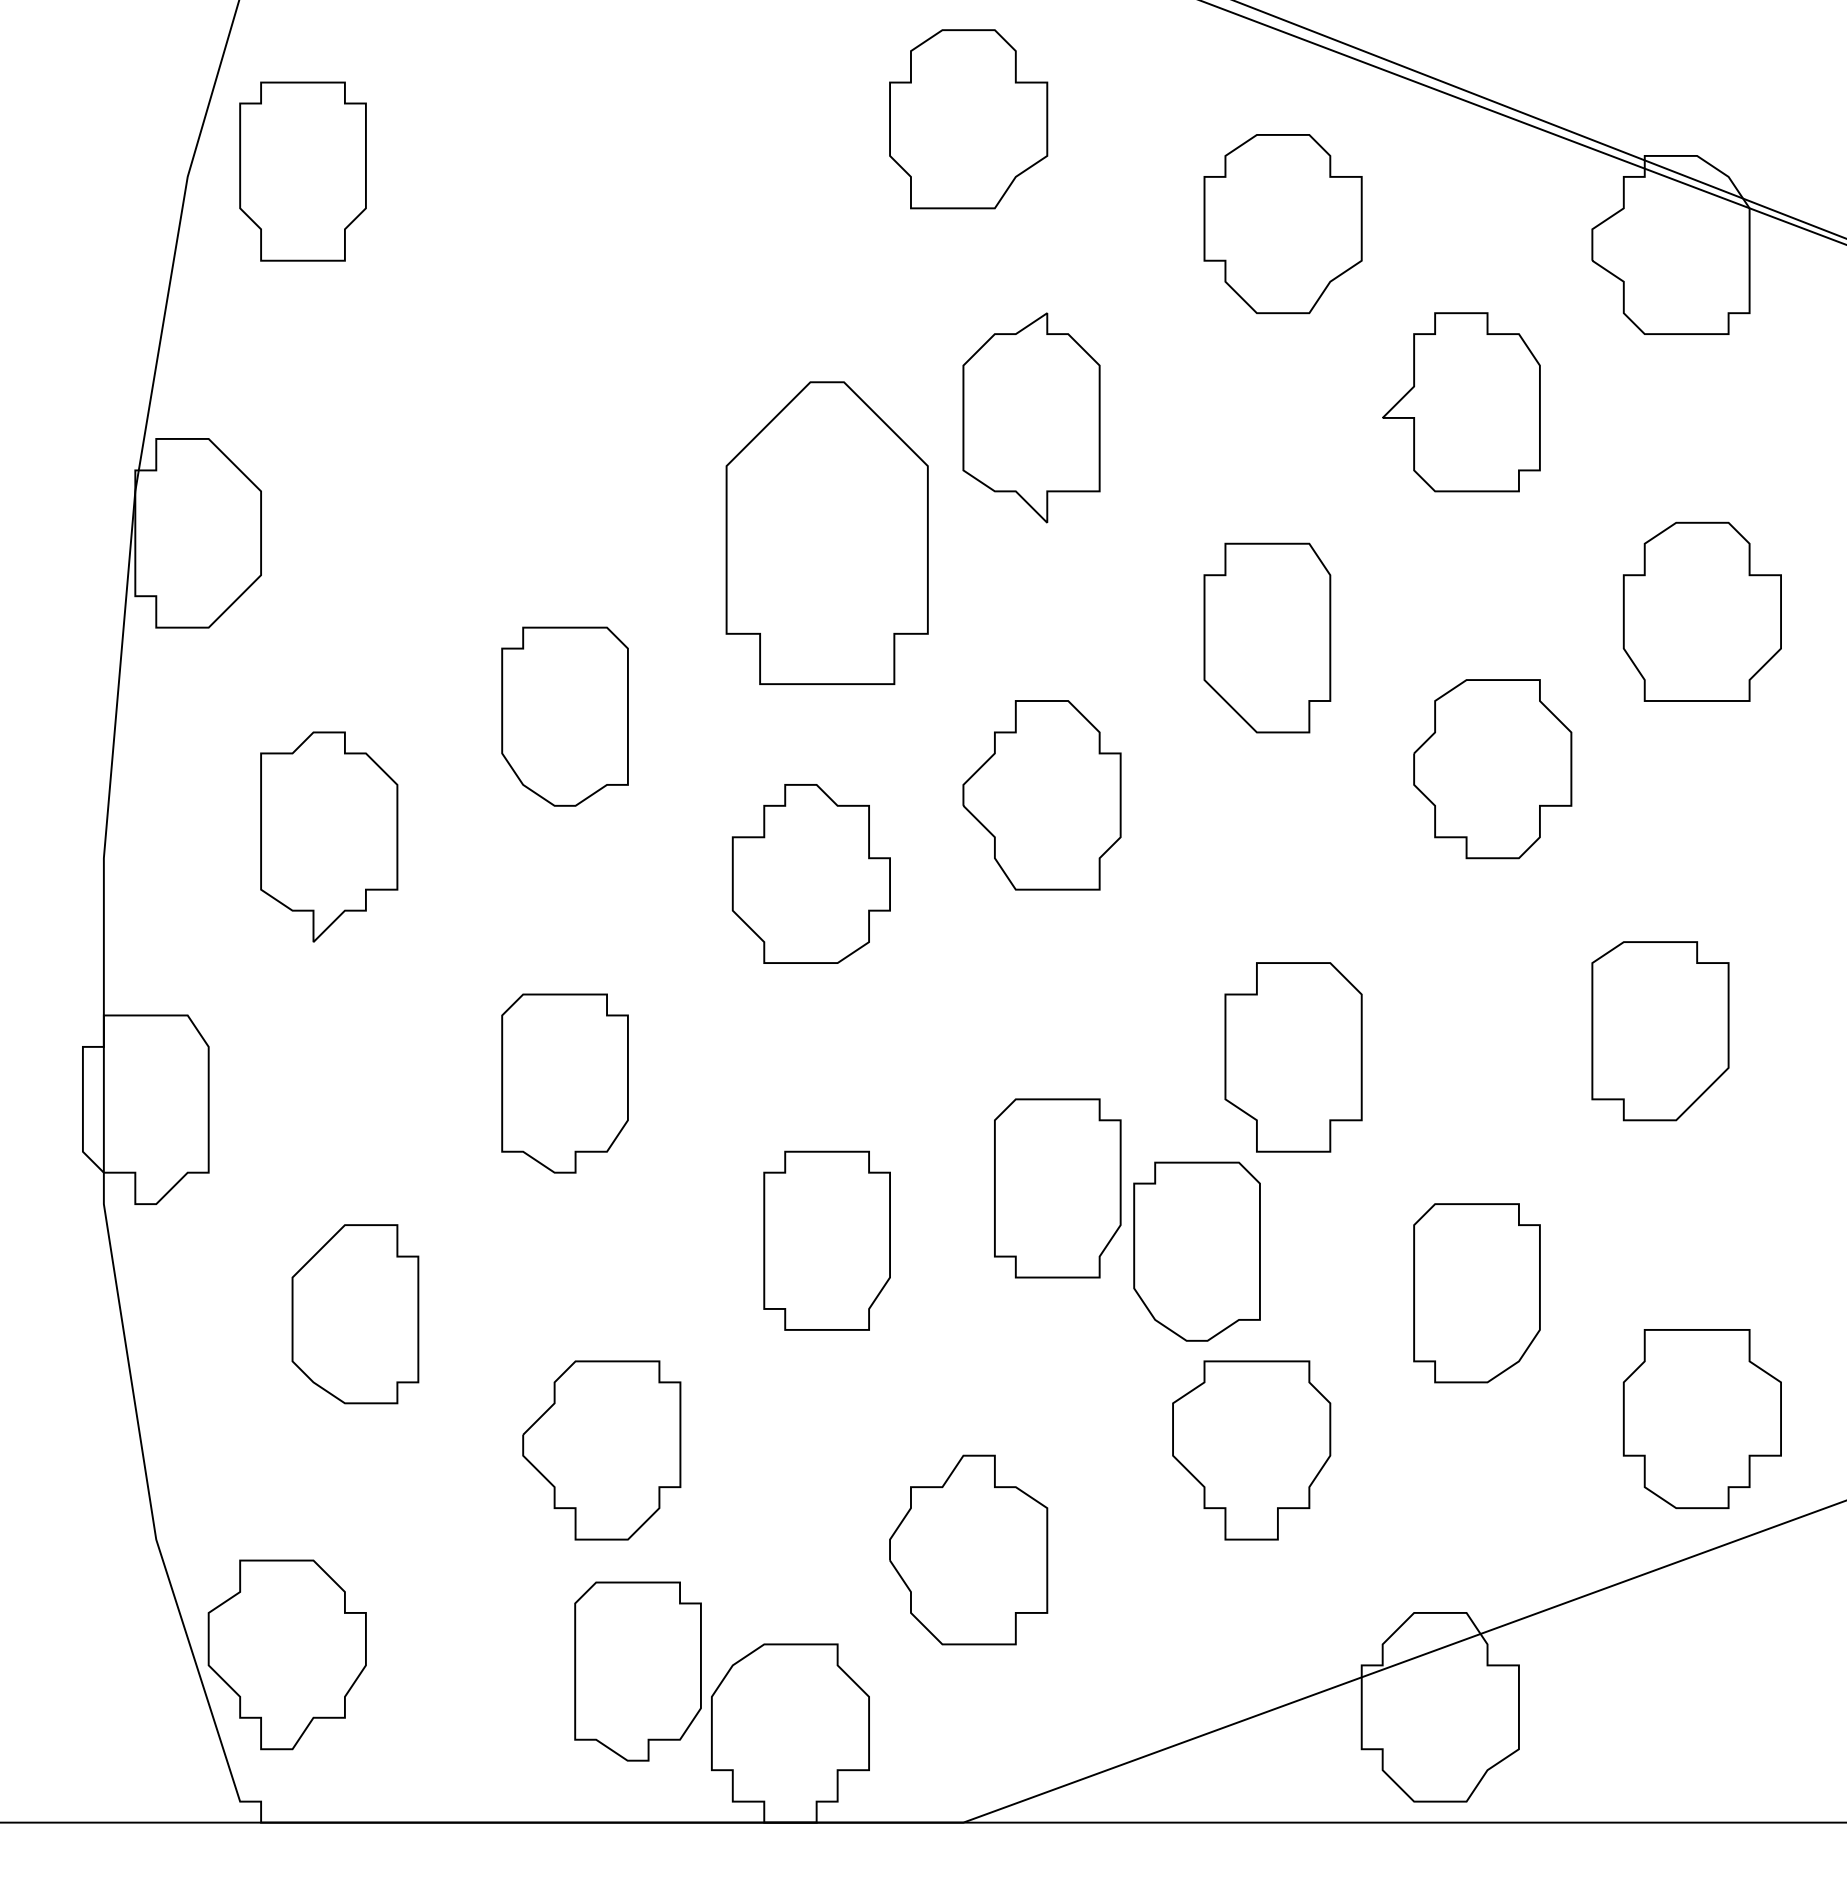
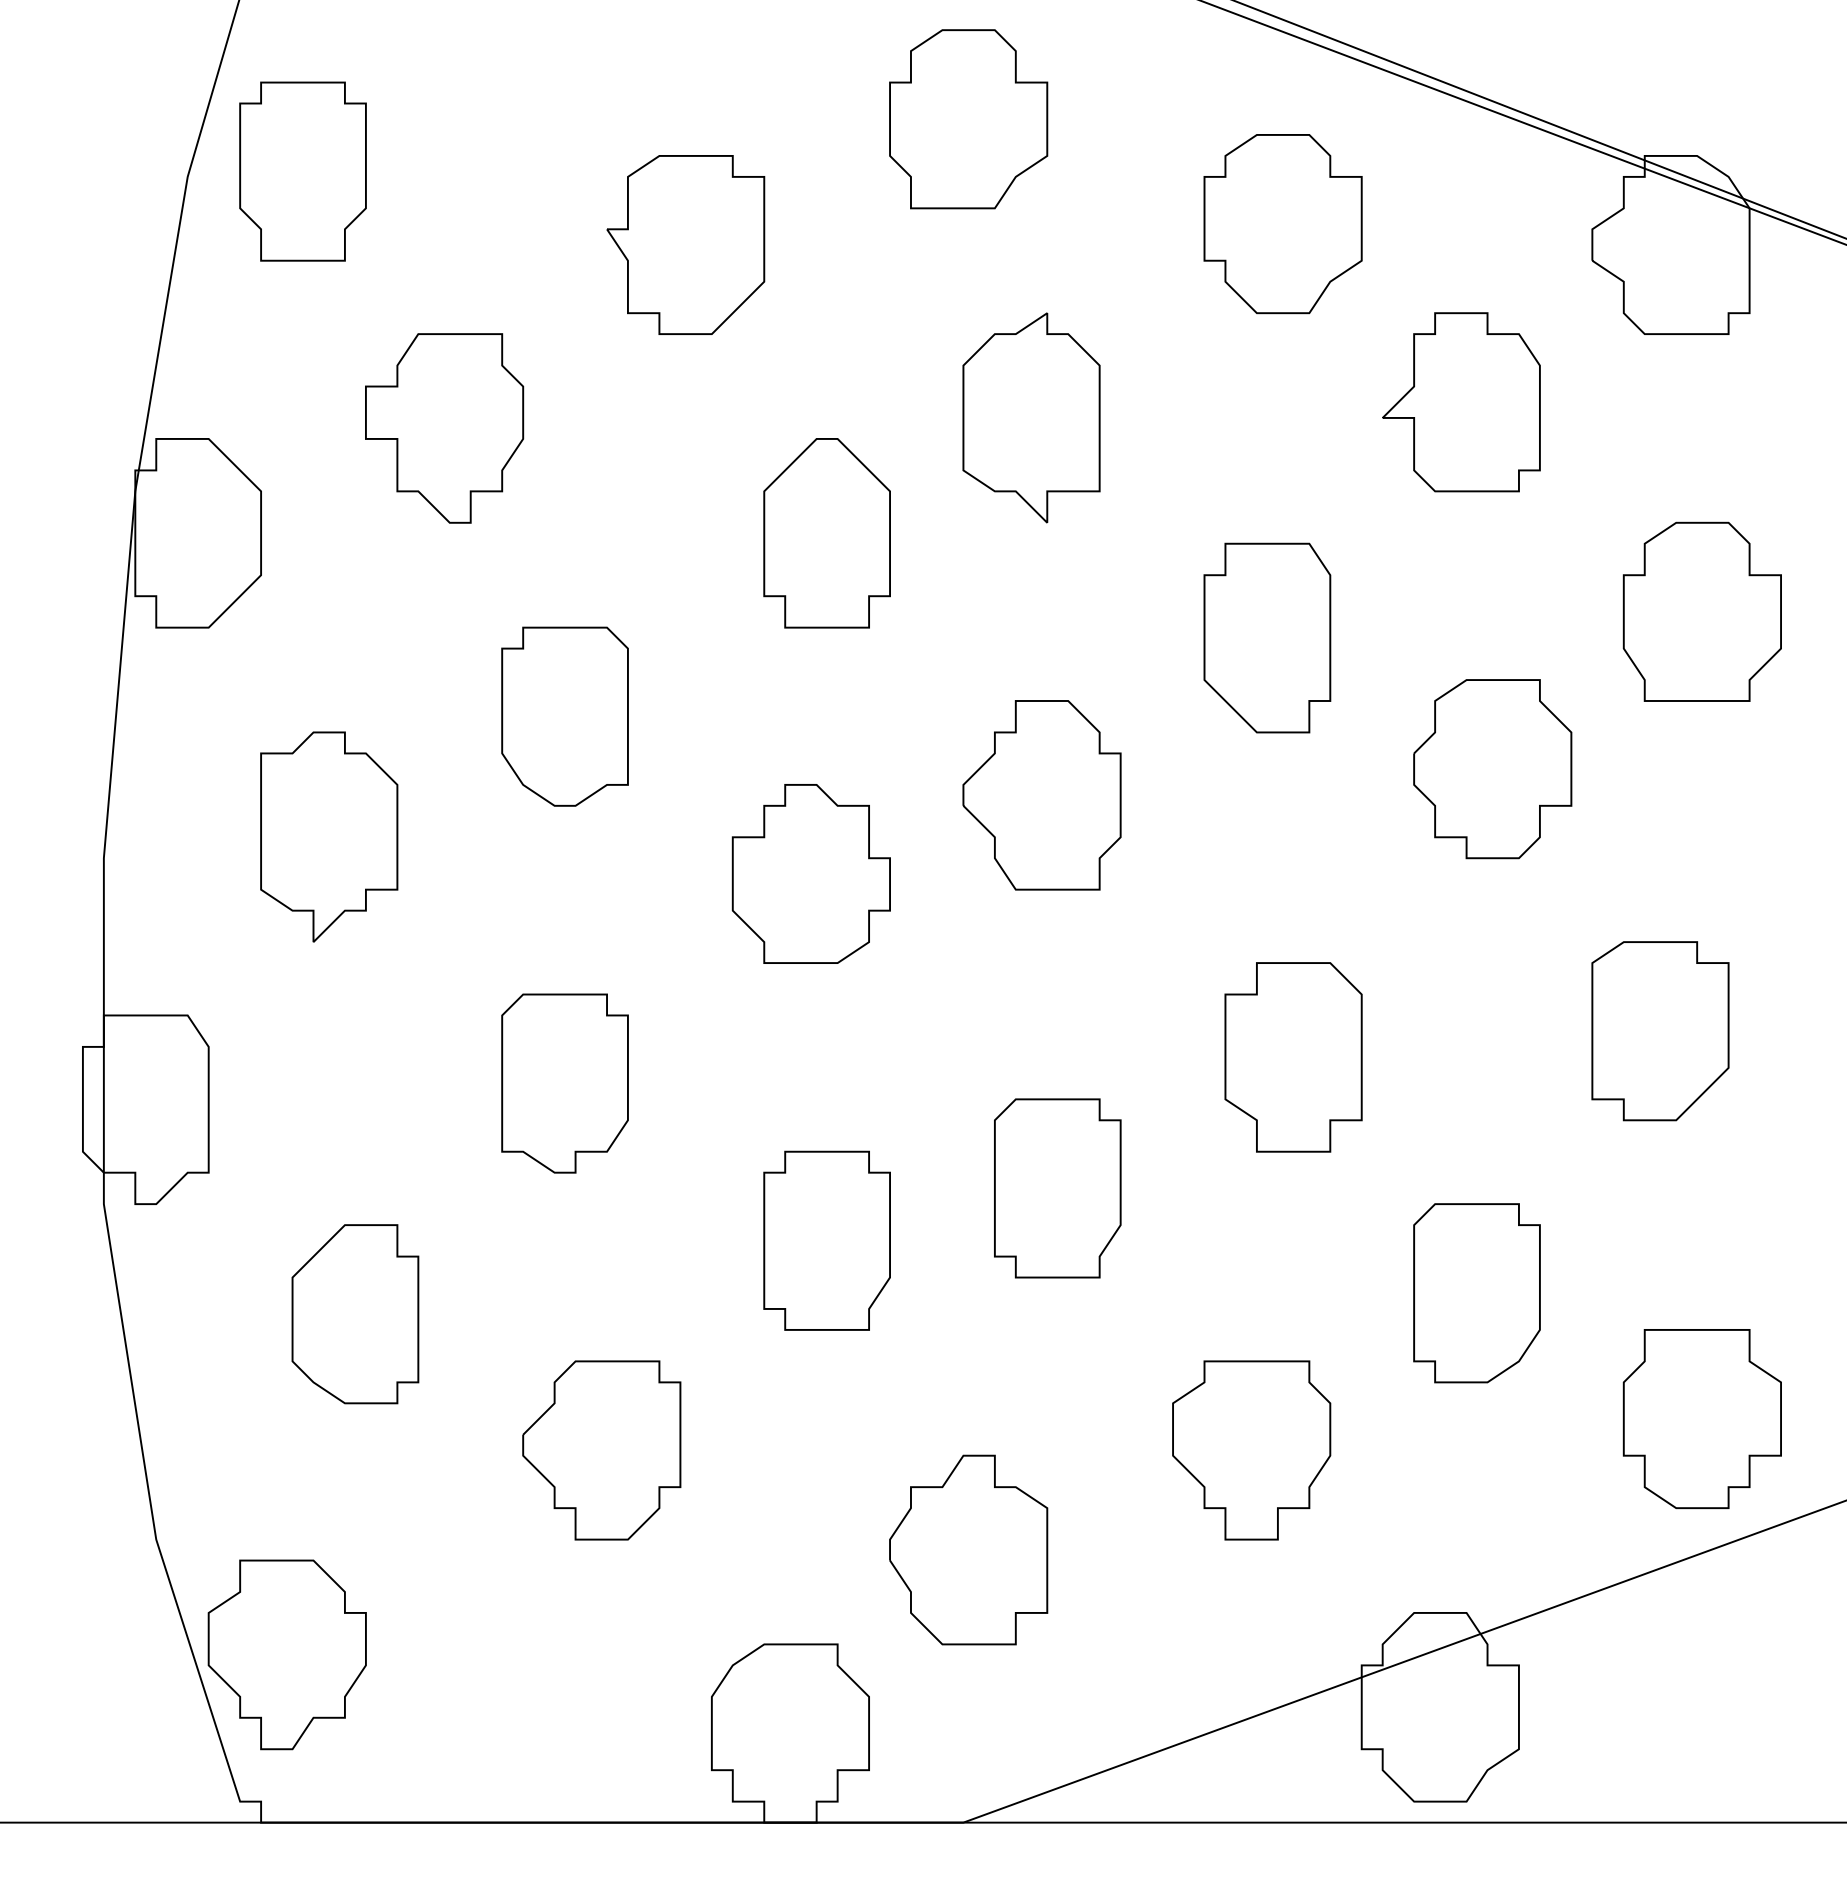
part at (685, 244): none -> present
part at (444, 428): none -> present
part at (826, 532) size: 204x304 px -> 128x191 px
part at (1196, 1251): present -> none
part at (637, 1671): present -> none
